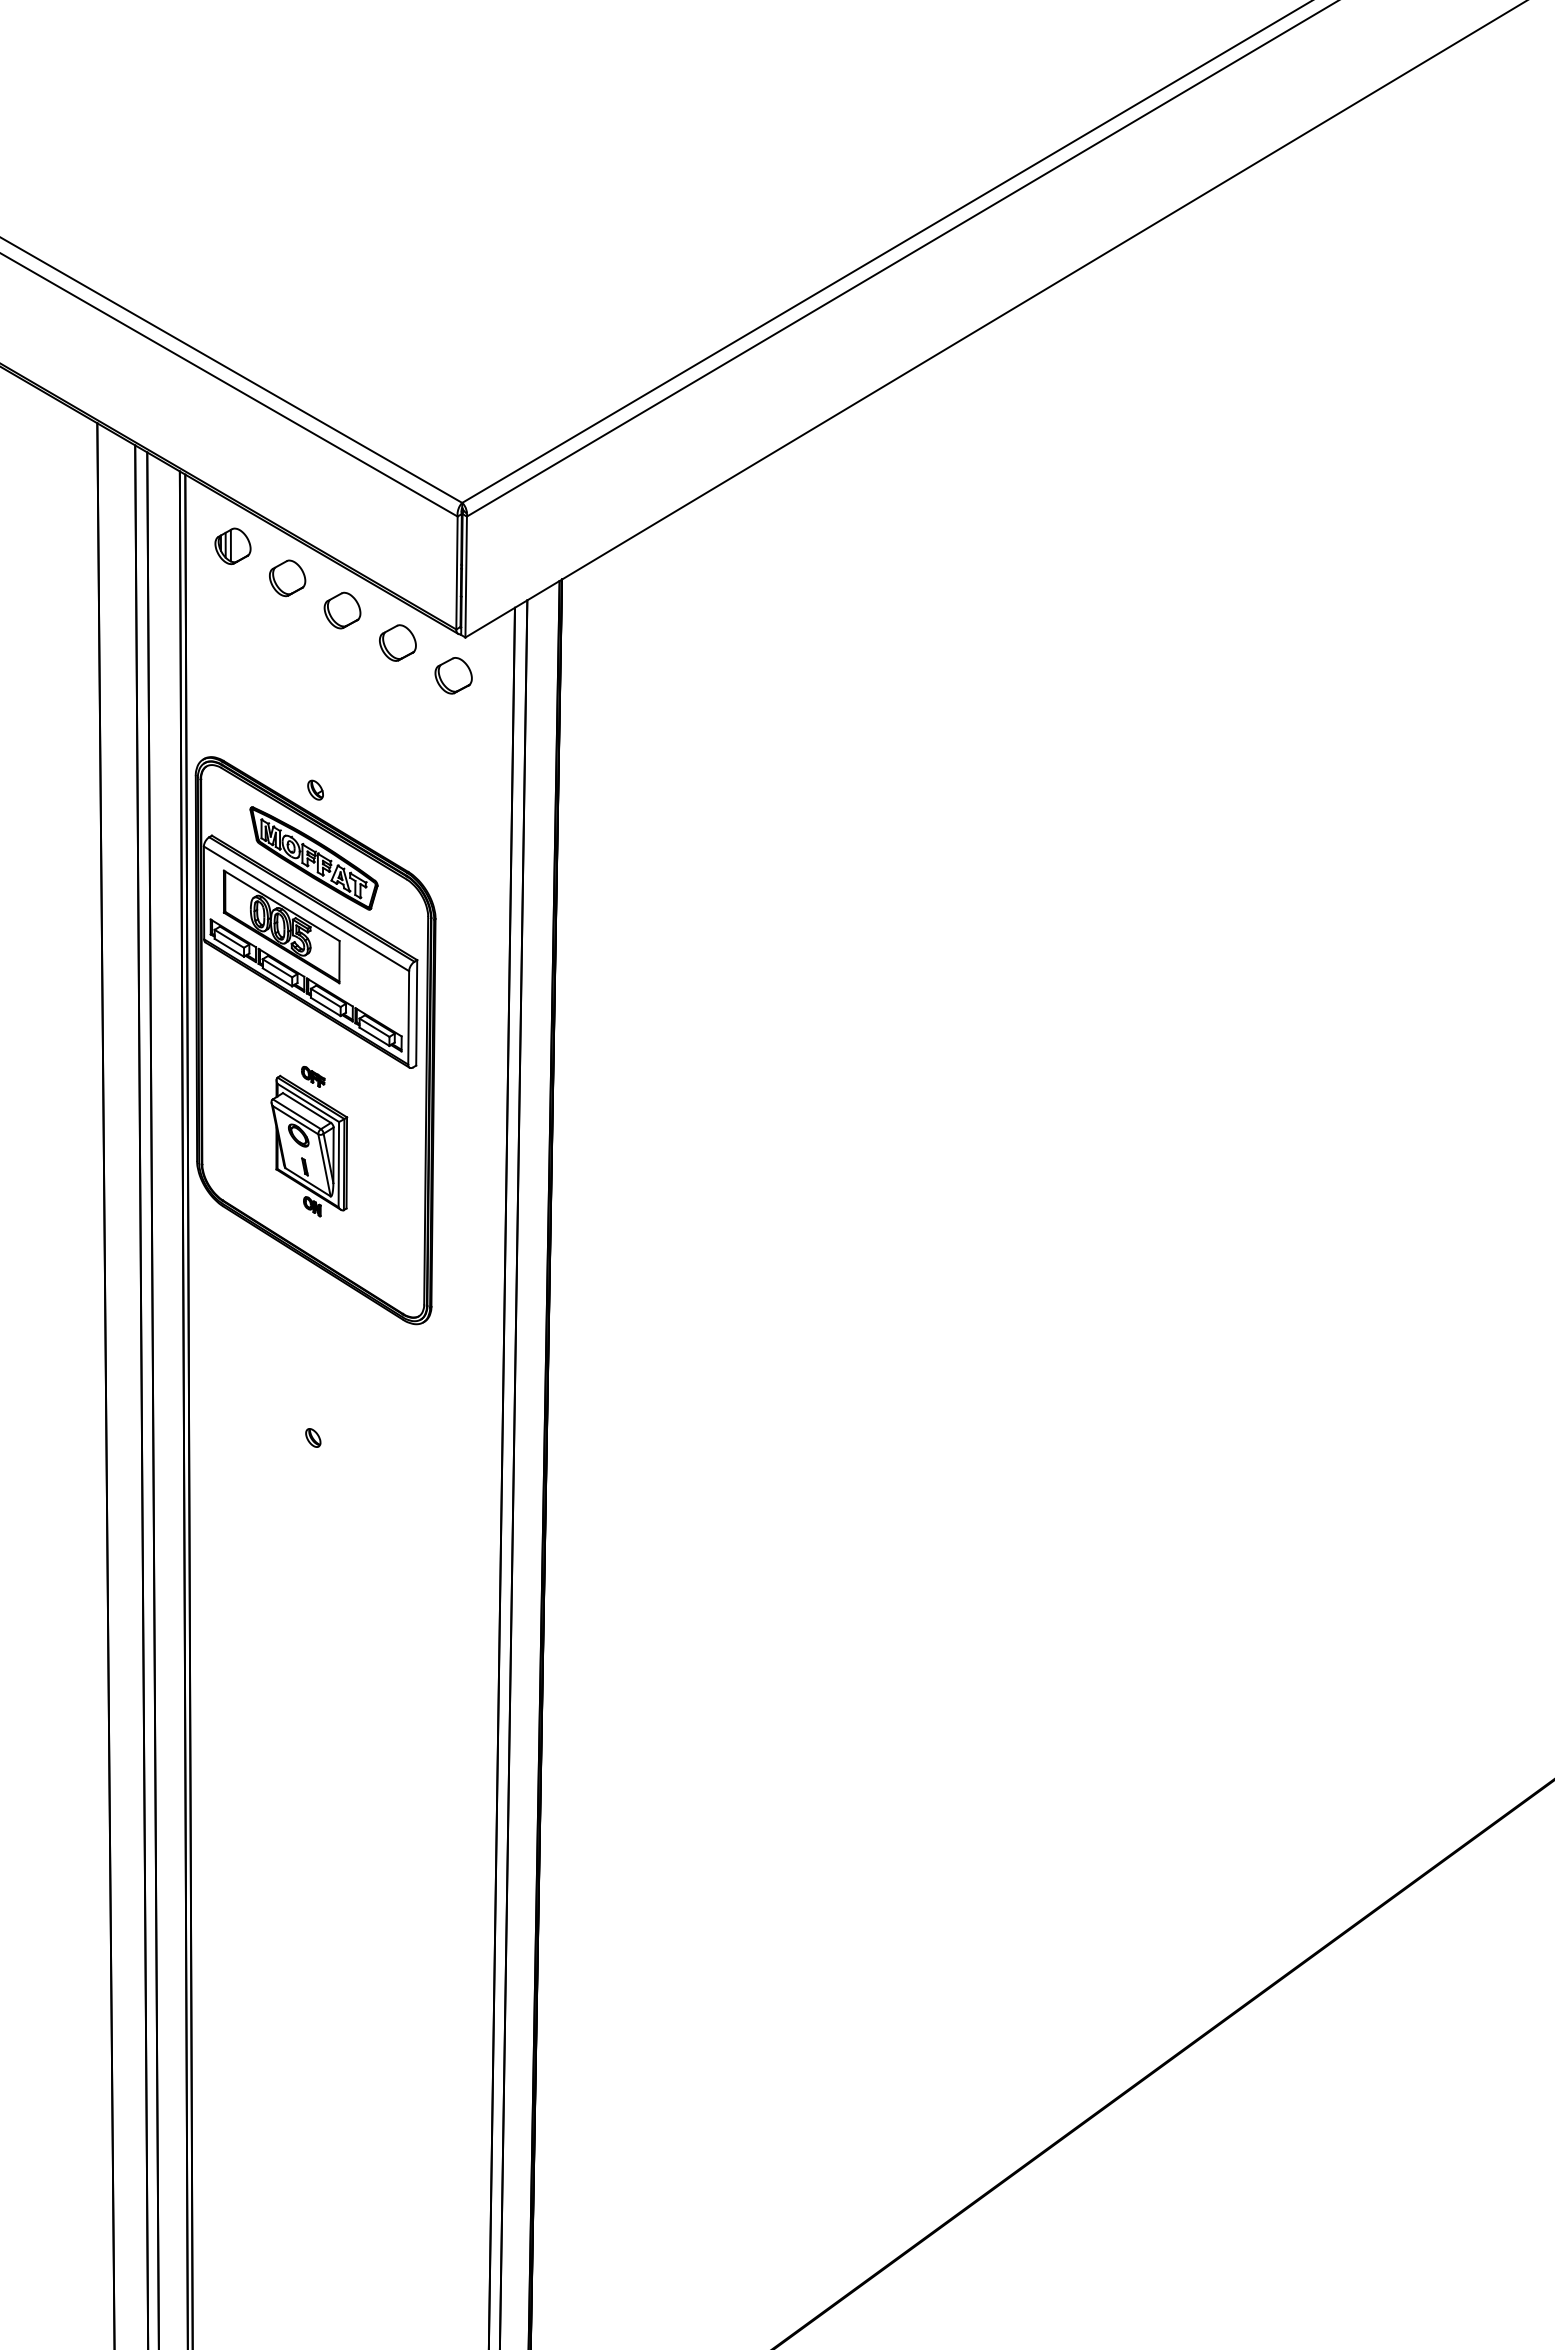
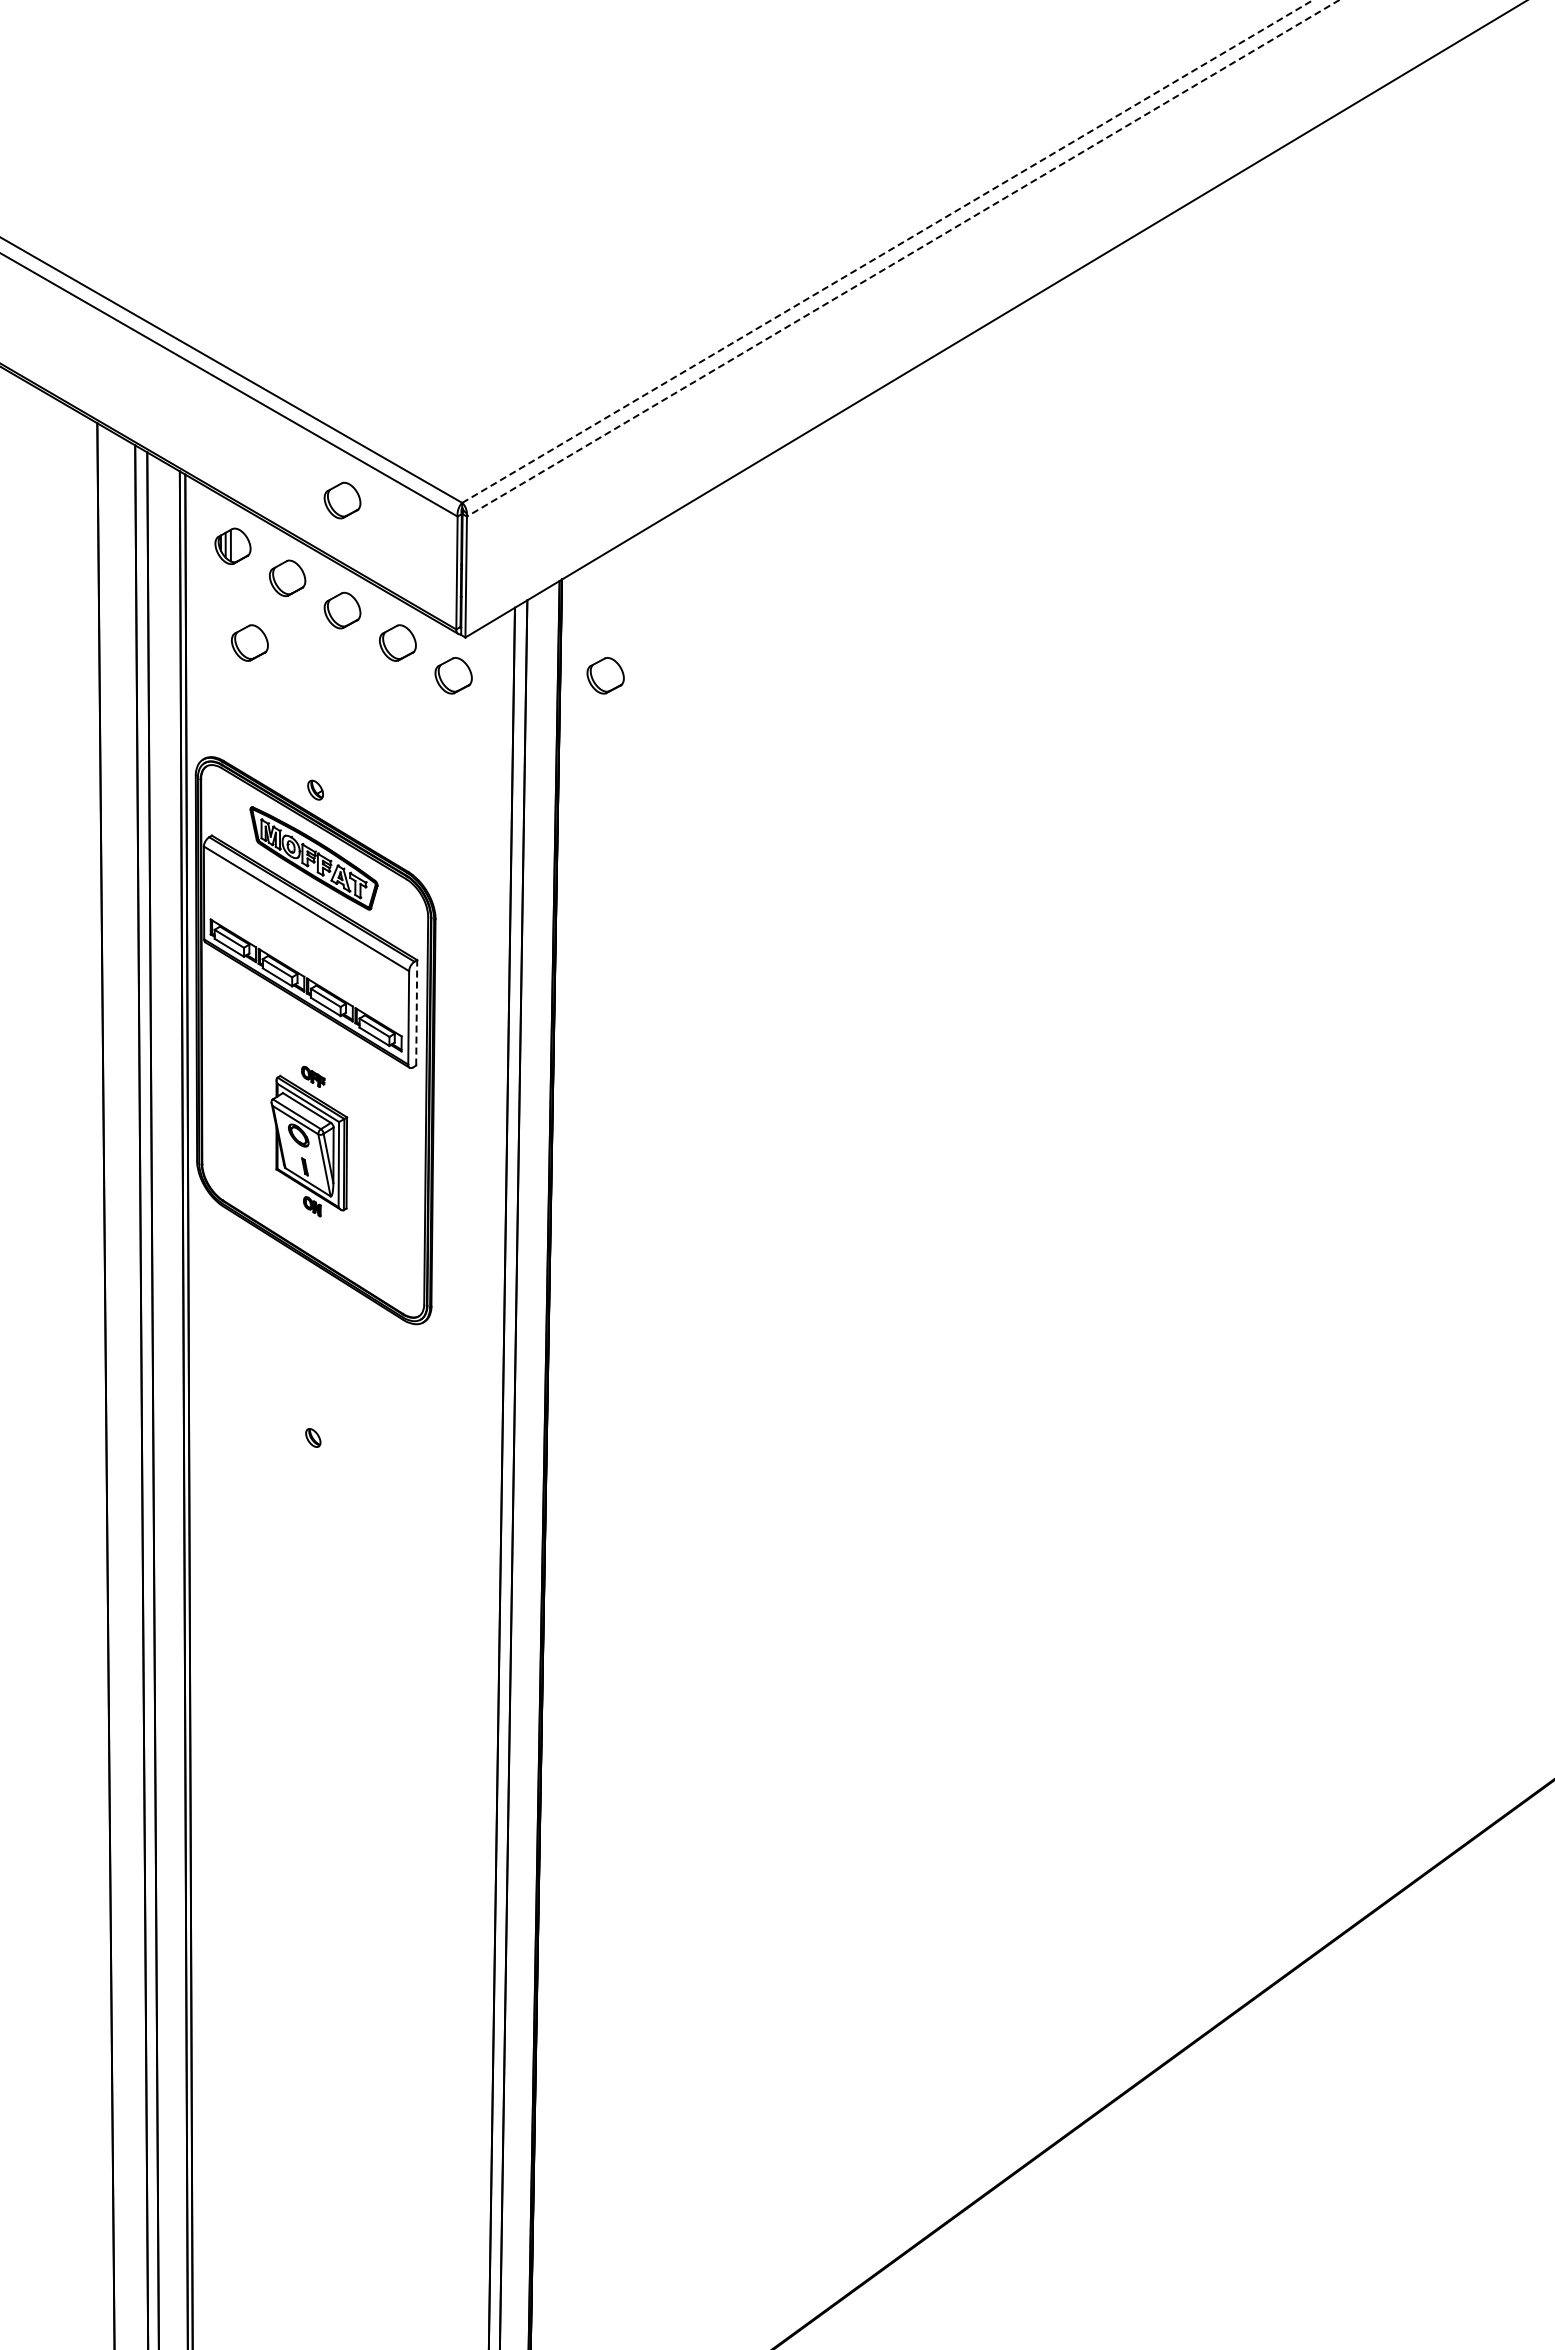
line at (887, 251): solid -> dashed
line at (903, 258): solid -> dashed
part at (342, 500): none -> present
part at (249, 642): none -> present
part at (605, 675): none -> present
part at (281, 926): present -> none
line at (416, 1012): solid -> dashed
